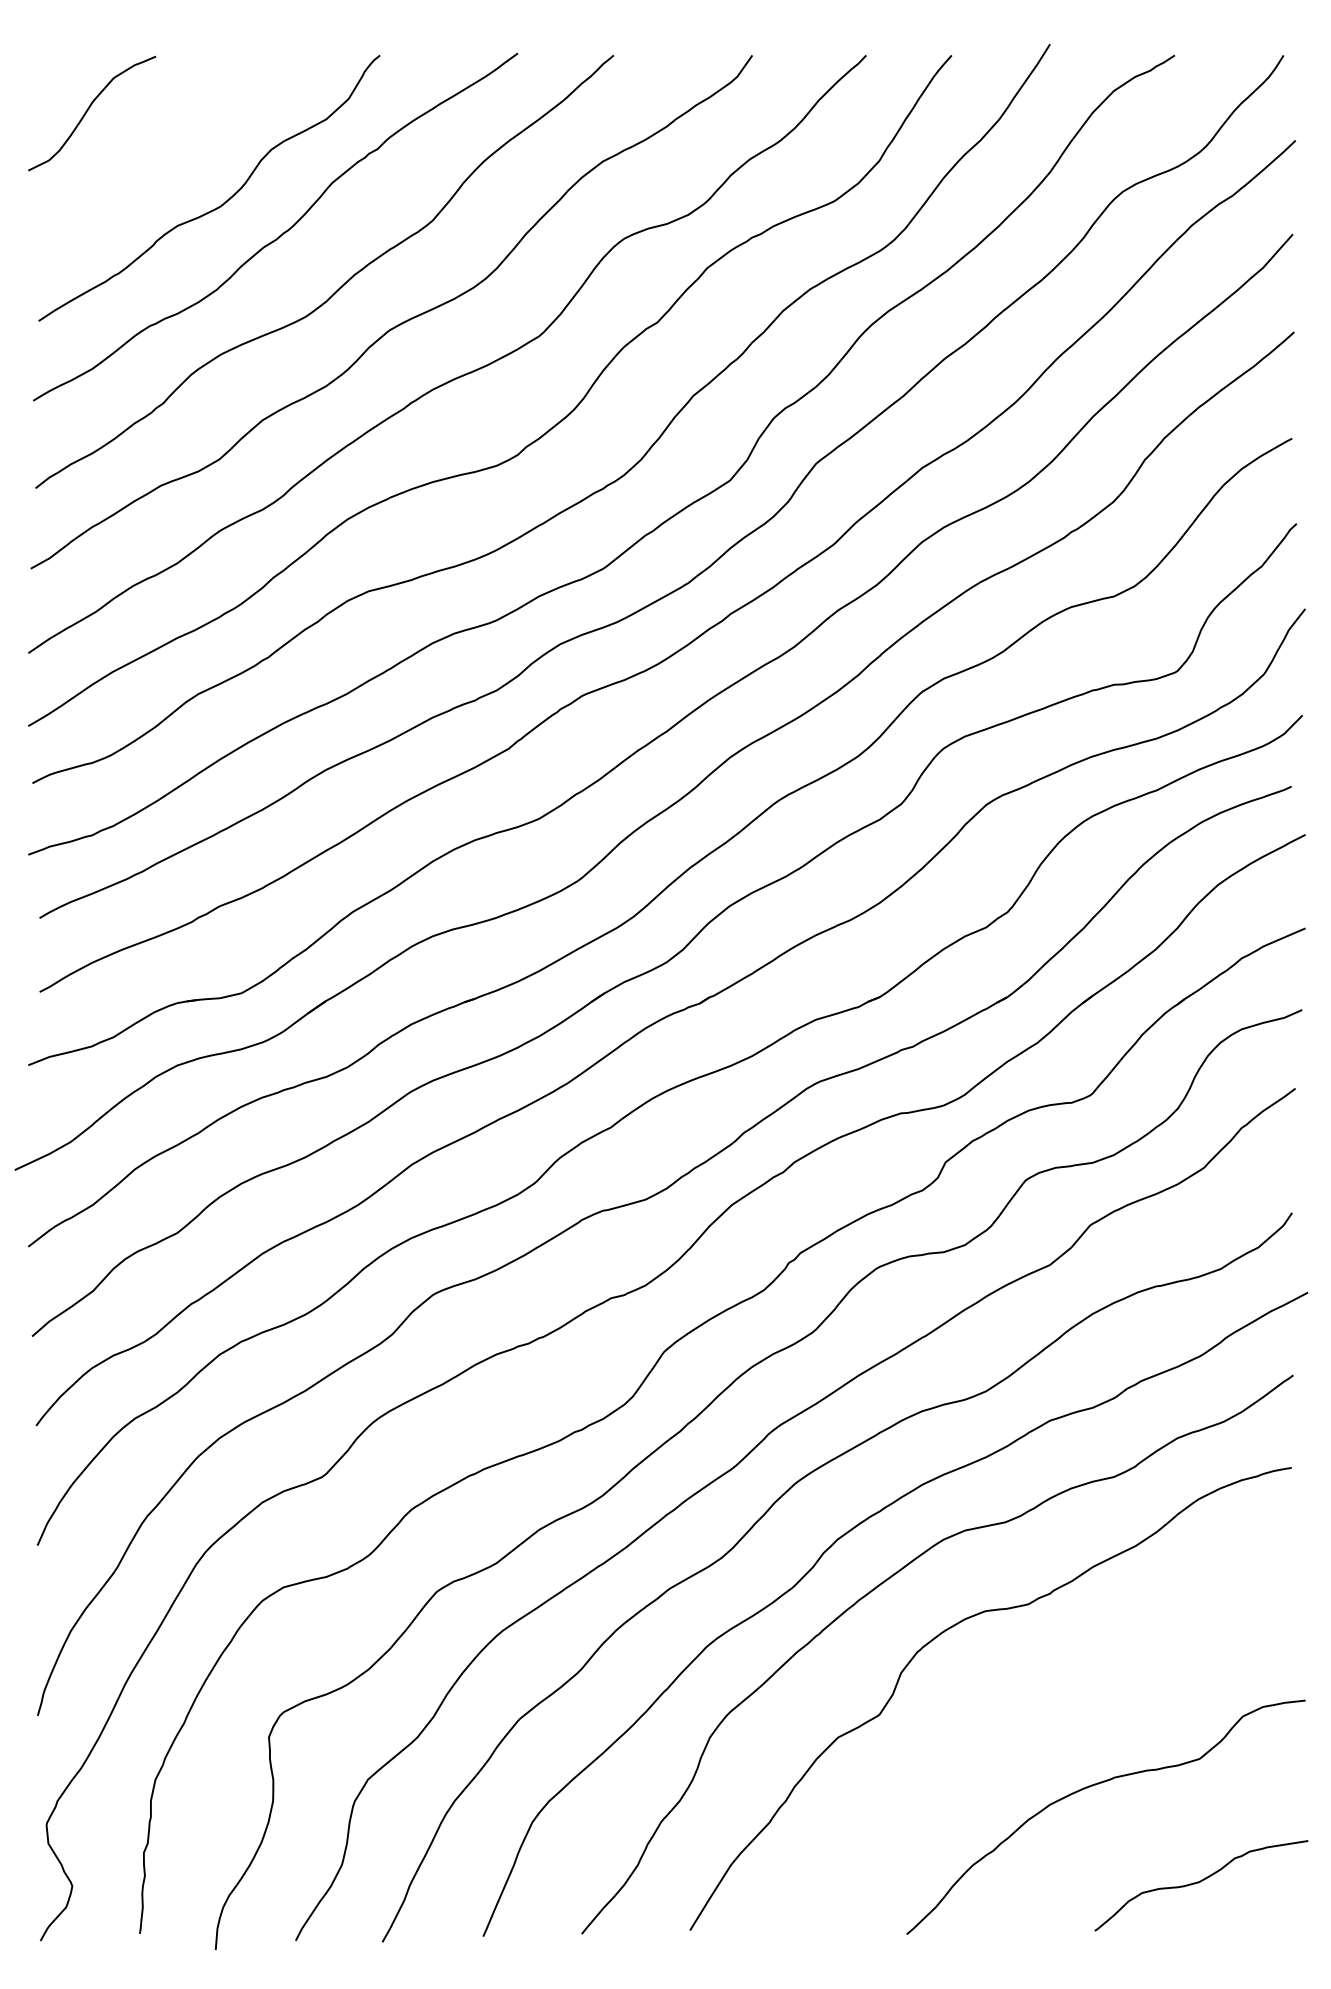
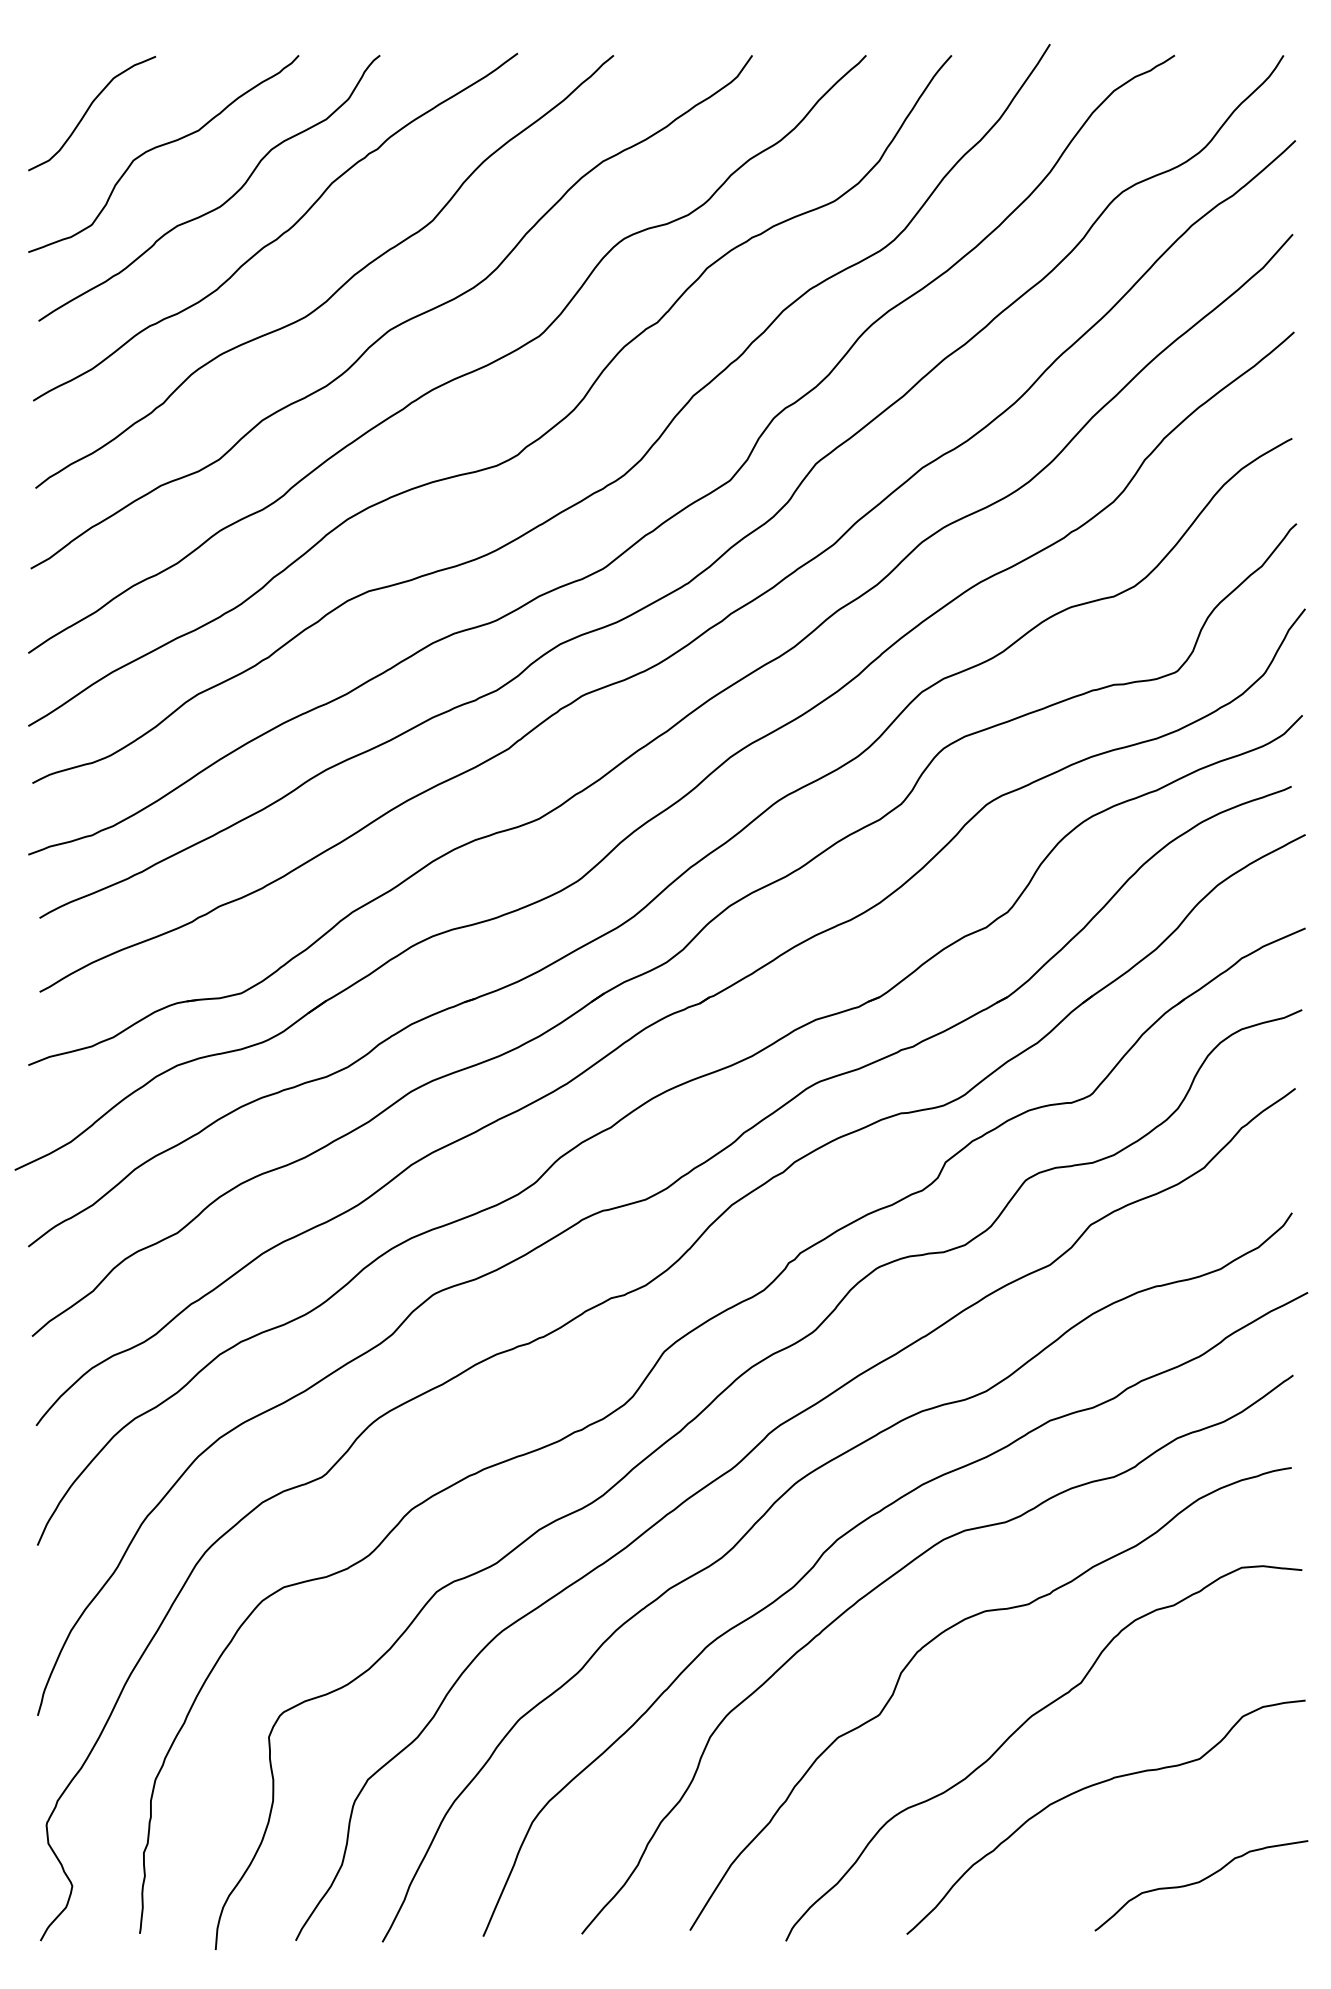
curve at (162, 146): none -> present
curve at (1020, 1728): none -> present
